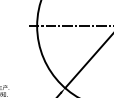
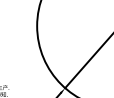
line at (69, 26): present -> none
